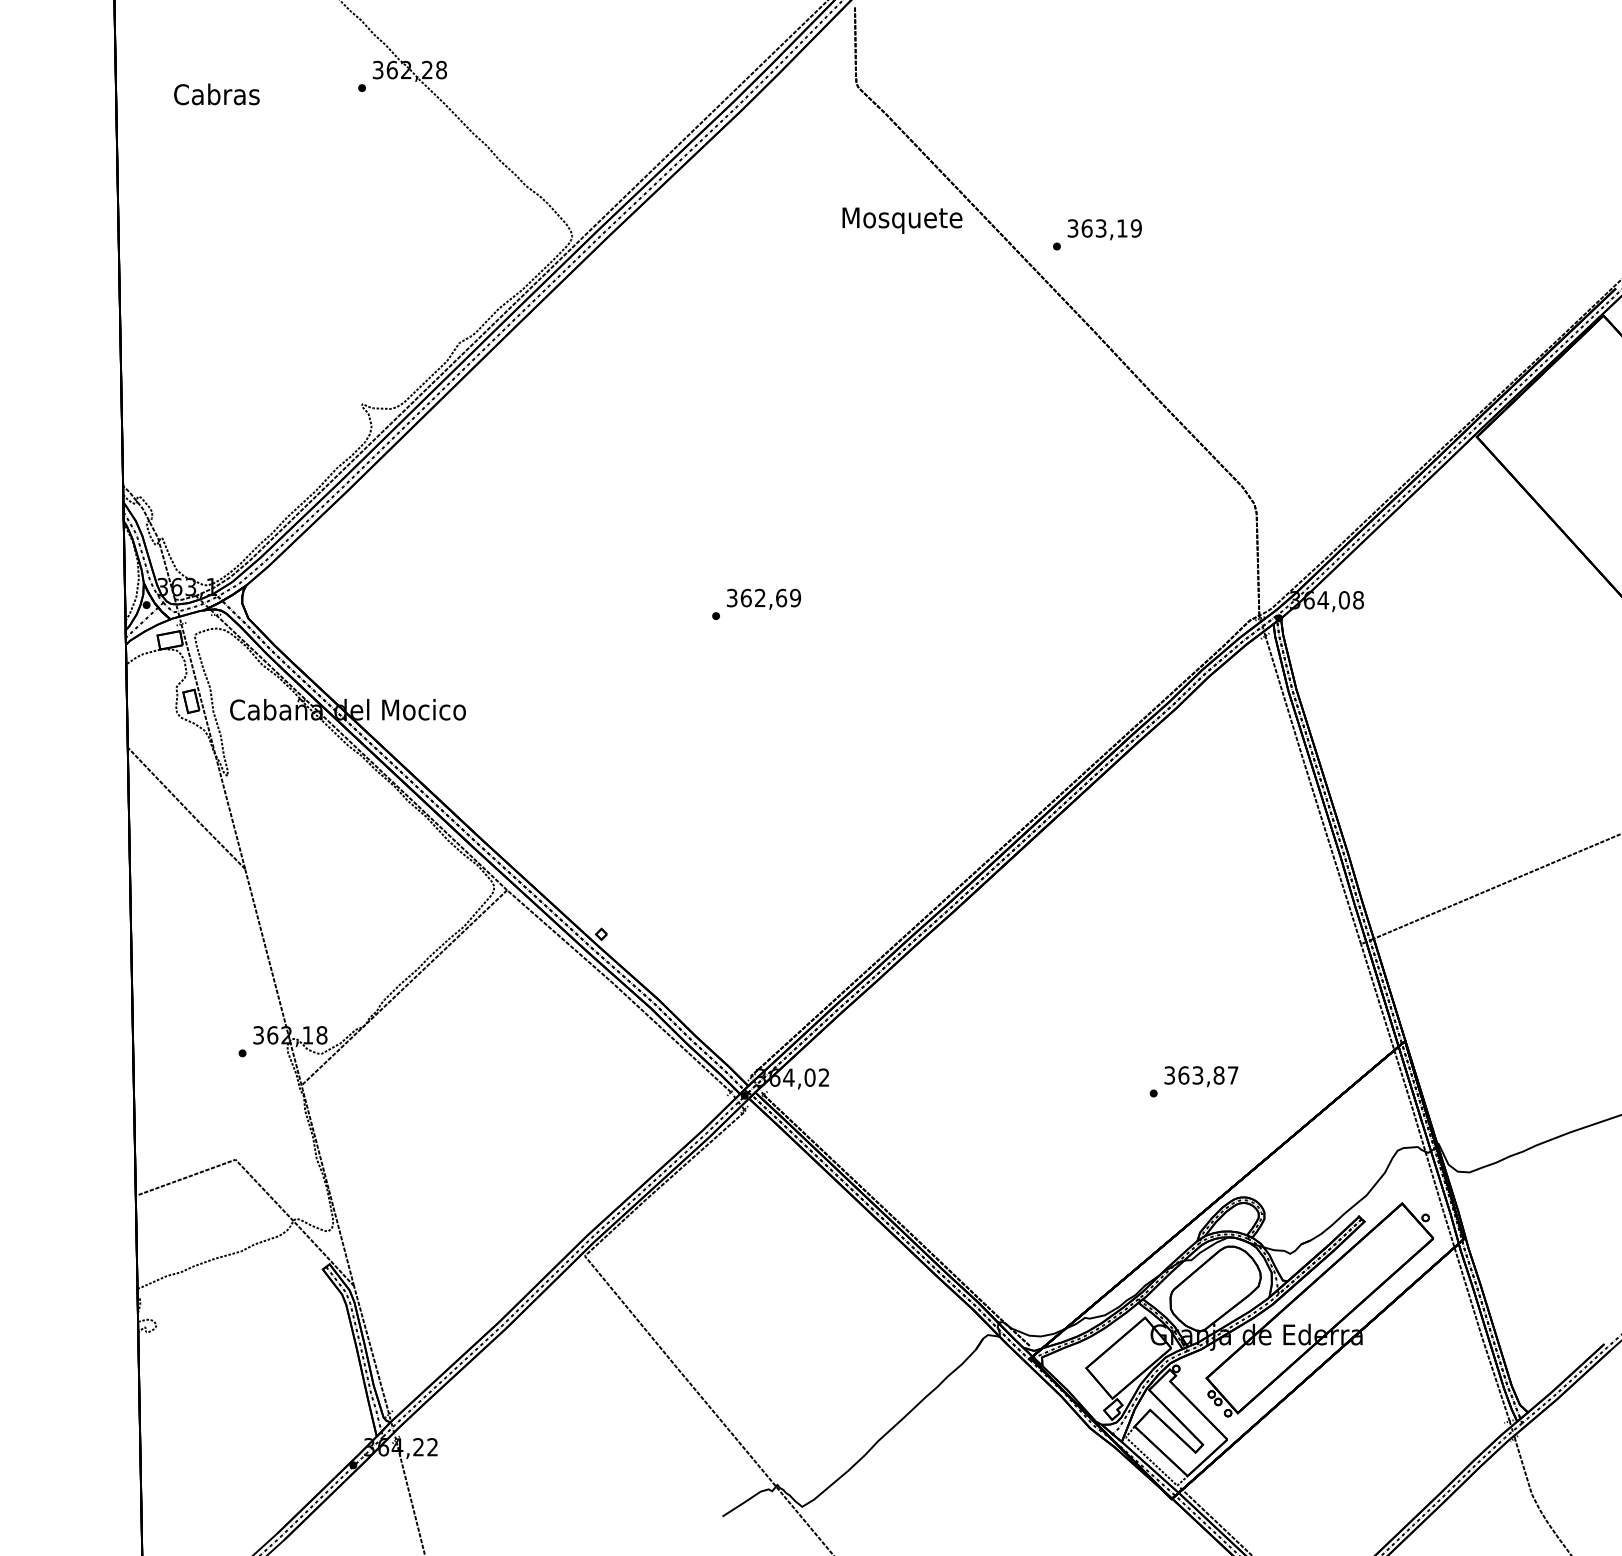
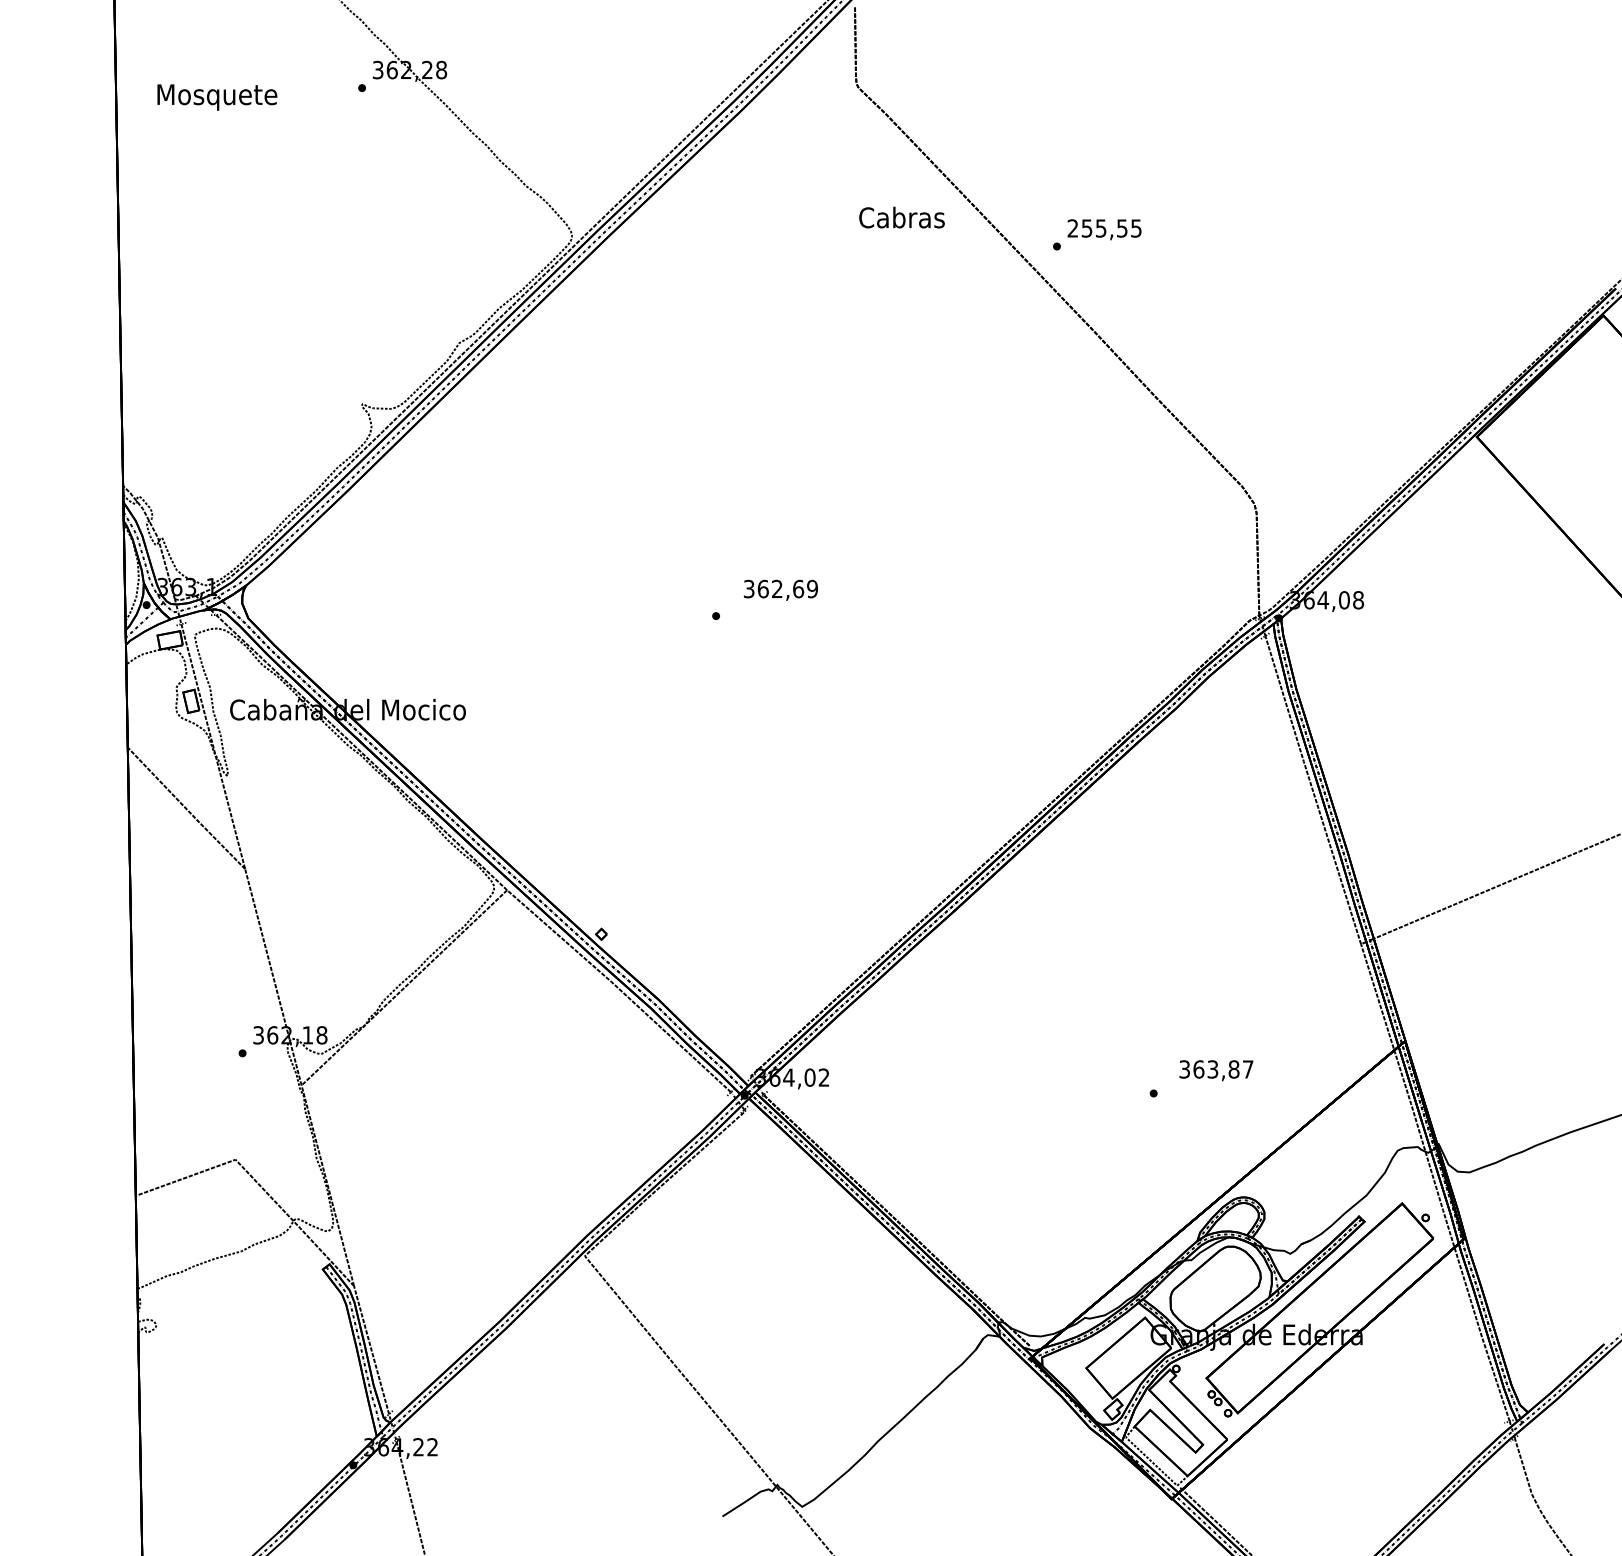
text at (217, 96): Cabras -> Mosquete
text at (902, 219): Mosquete -> Cabras
text at (1104, 228): 363,19 -> 255,55
text at (763, 598) position: (763, 598) -> (780, 589)
text at (1201, 1076) position: (1201, 1076) -> (1216, 1070)
